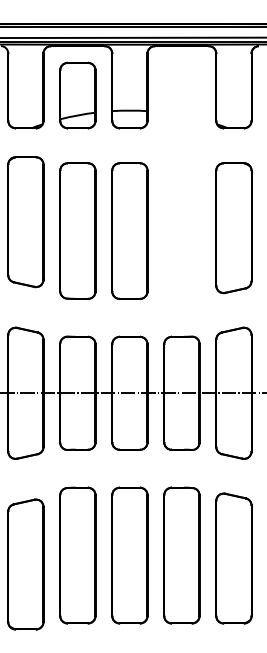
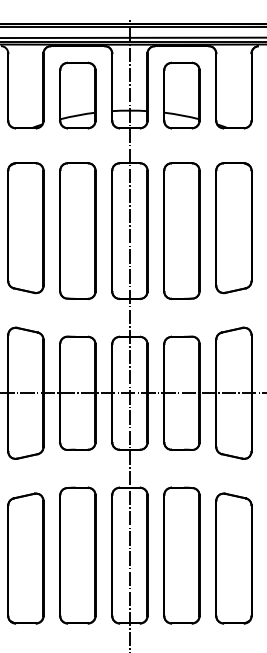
part at (181, 95): none -> present
part at (25, 222) position: (25, 222) -> (25, 228)
part at (181, 230): none -> present
line at (129, 334): none -> present
part at (25, 564) position: (25, 564) -> (25, 558)
